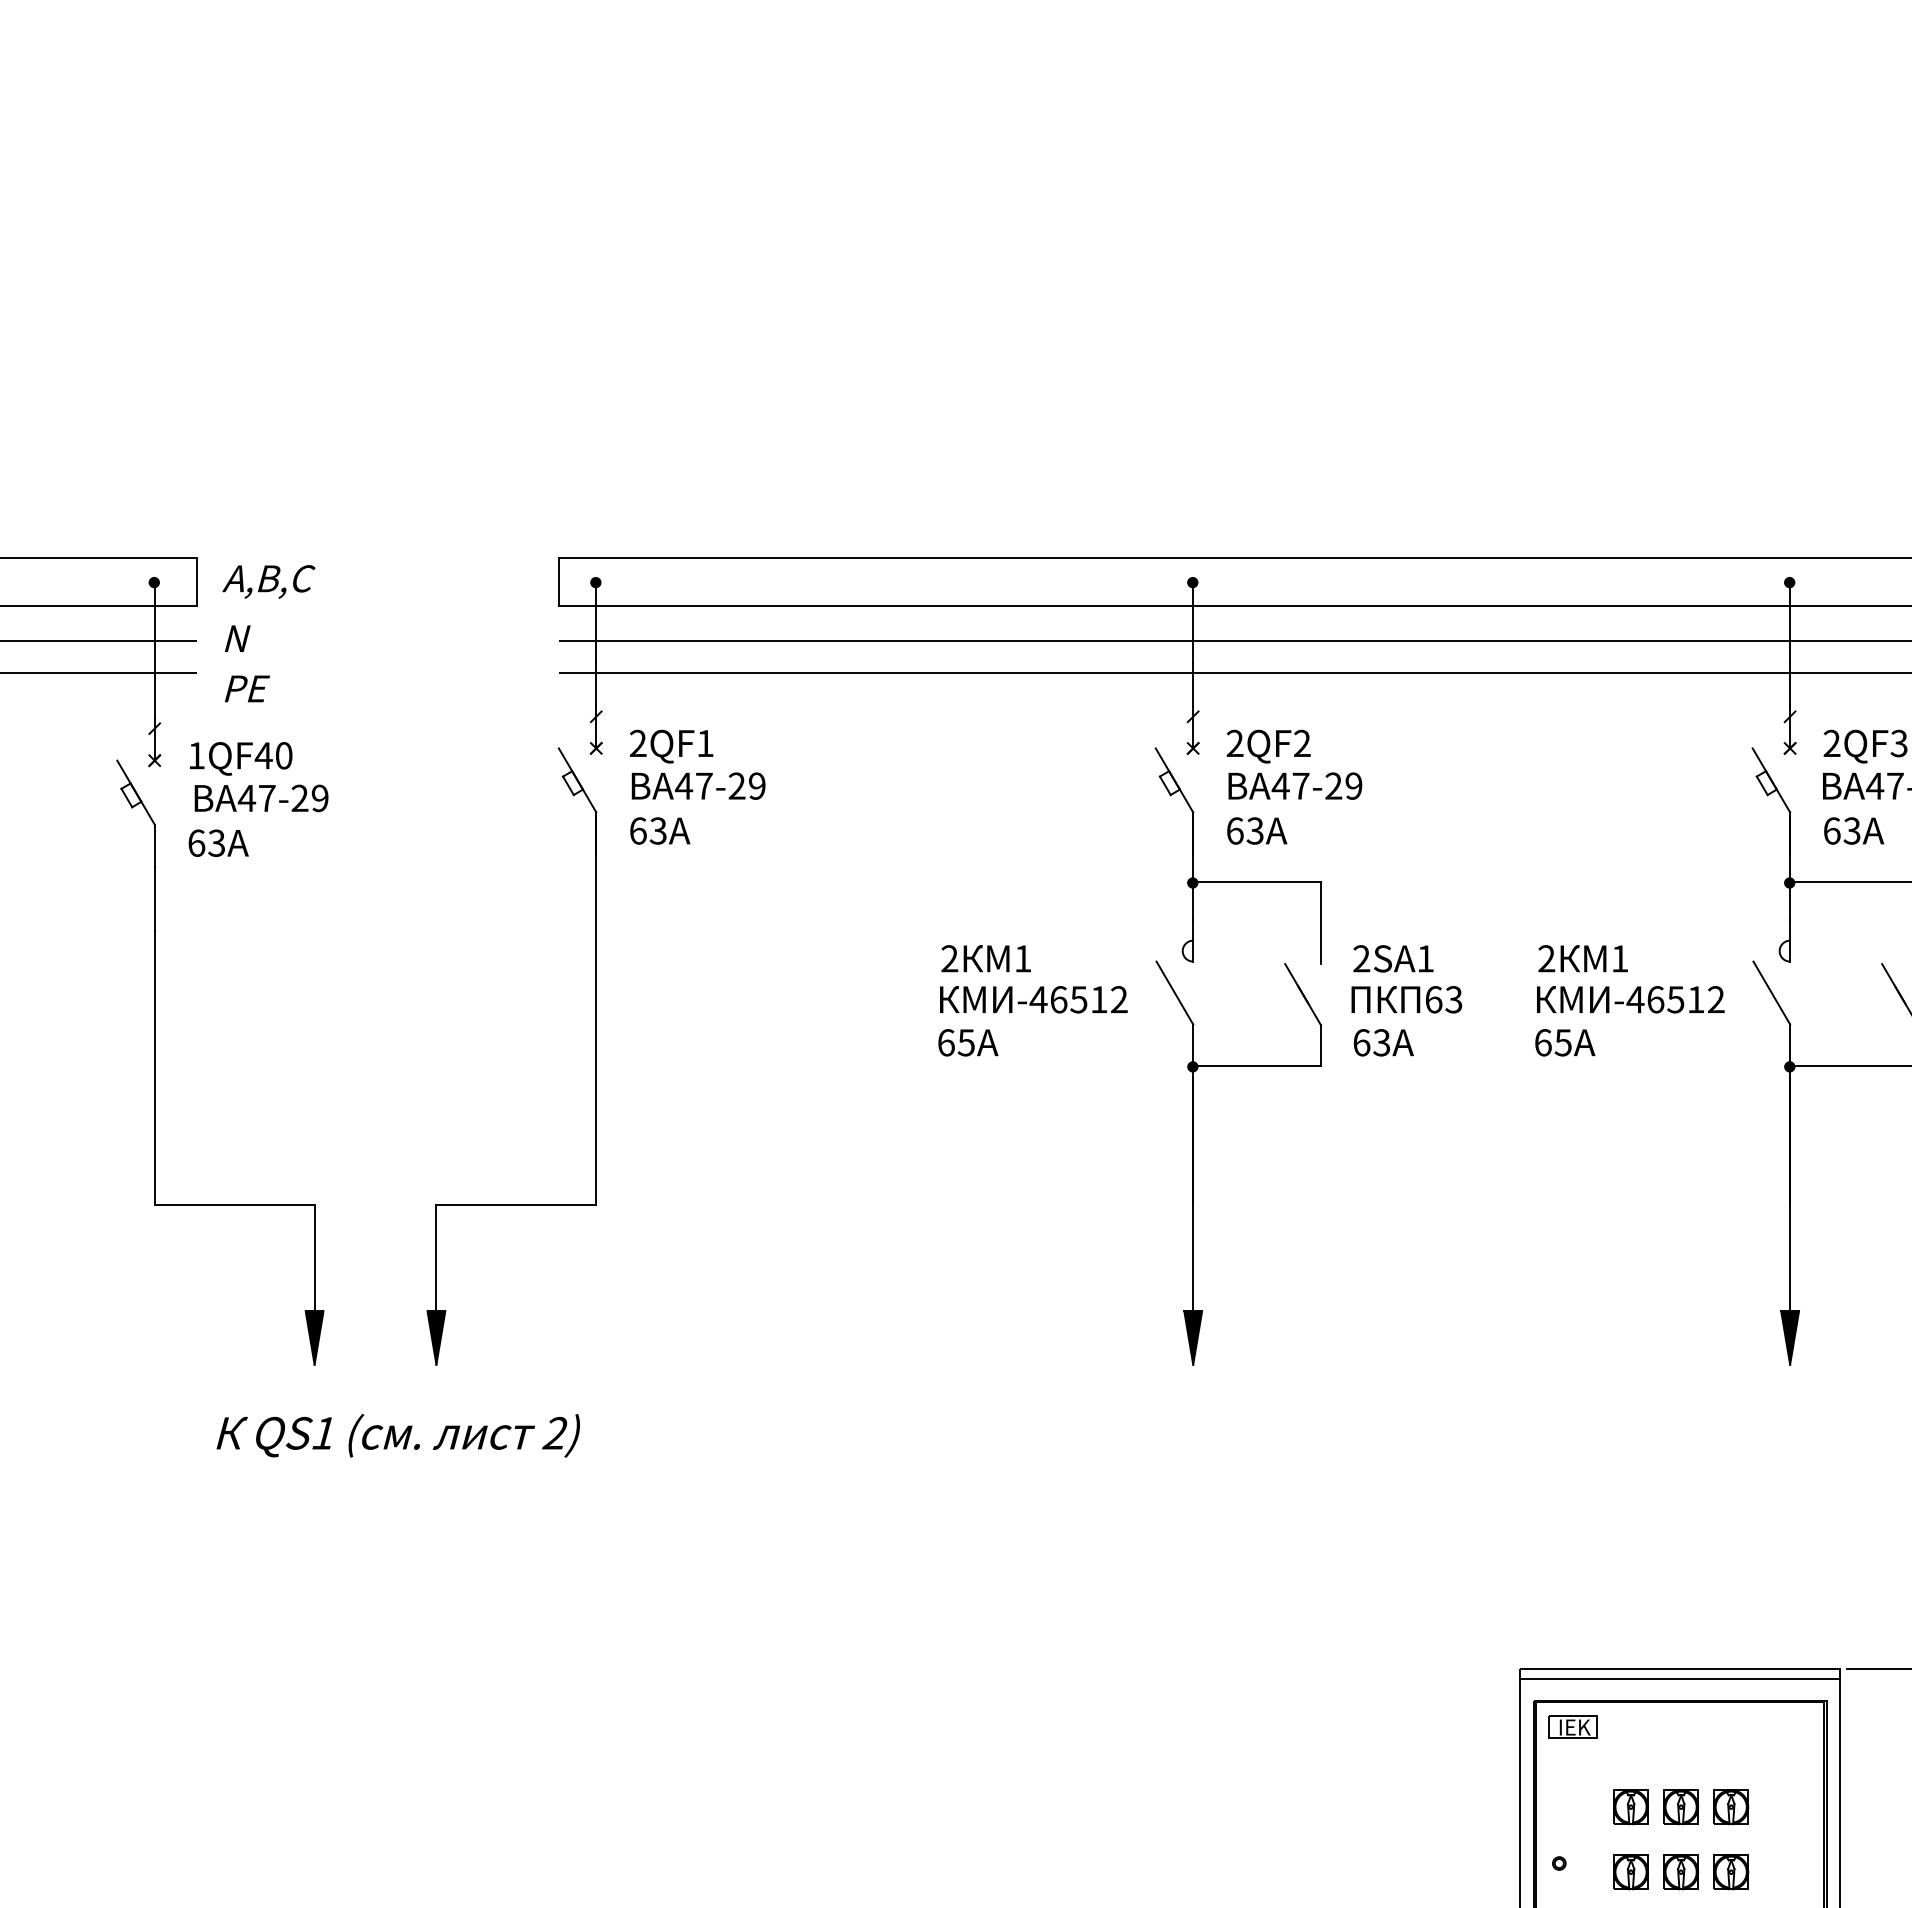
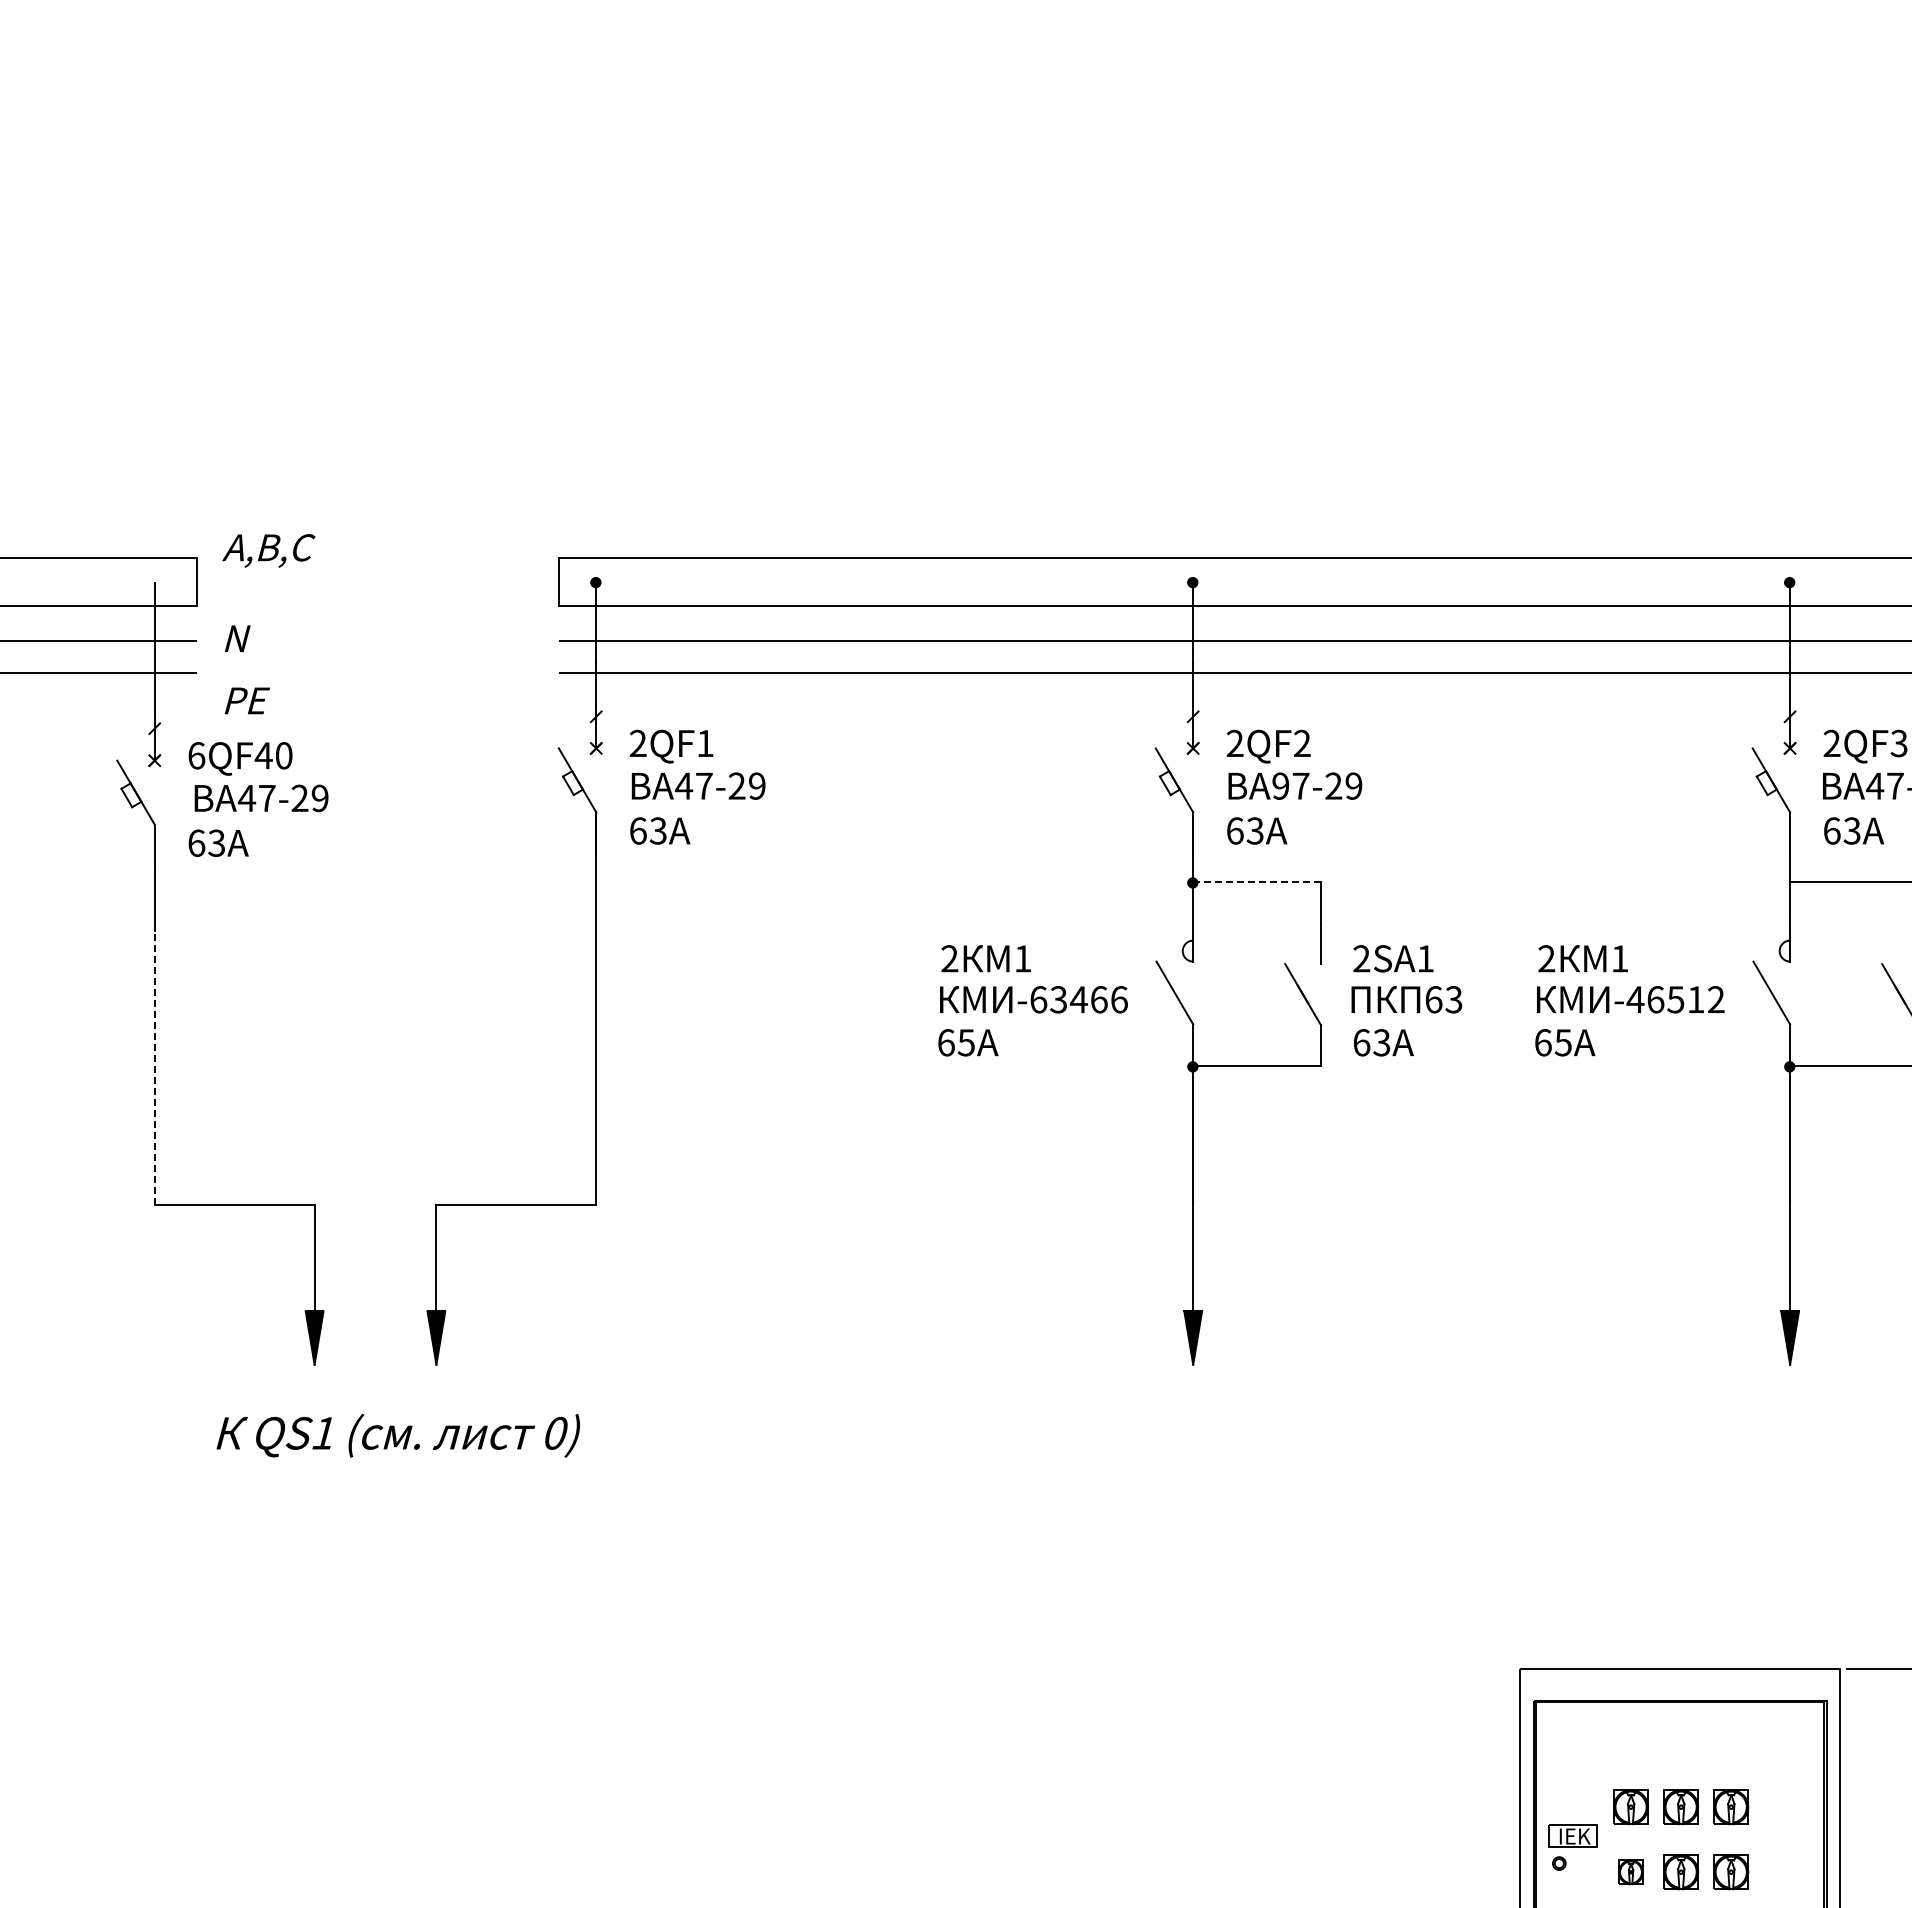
text at (268, 581) position: (268, 581) -> (268, 550)
fill at (153, 582): present -> none
text at (247, 688) position: (247, 688) -> (247, 700)
text at (196, 755): 1QF40 -> 6QF40
text at (1280, 785): 47-29 -> 97-29
line at (1257, 882): solid -> dashed
fill at (1789, 882): present -> none
text at (1078, 999): -46512 -> -63466
line at (154, 1068): solid -> dashed
text at (554, 1433): 2) -> 0)
line at (1679, 1679): present -> none
part at (1572, 1726) position: (1572, 1726) -> (1572, 1835)
part at (1630, 1872) size: 36x37 px -> 26x27 px
